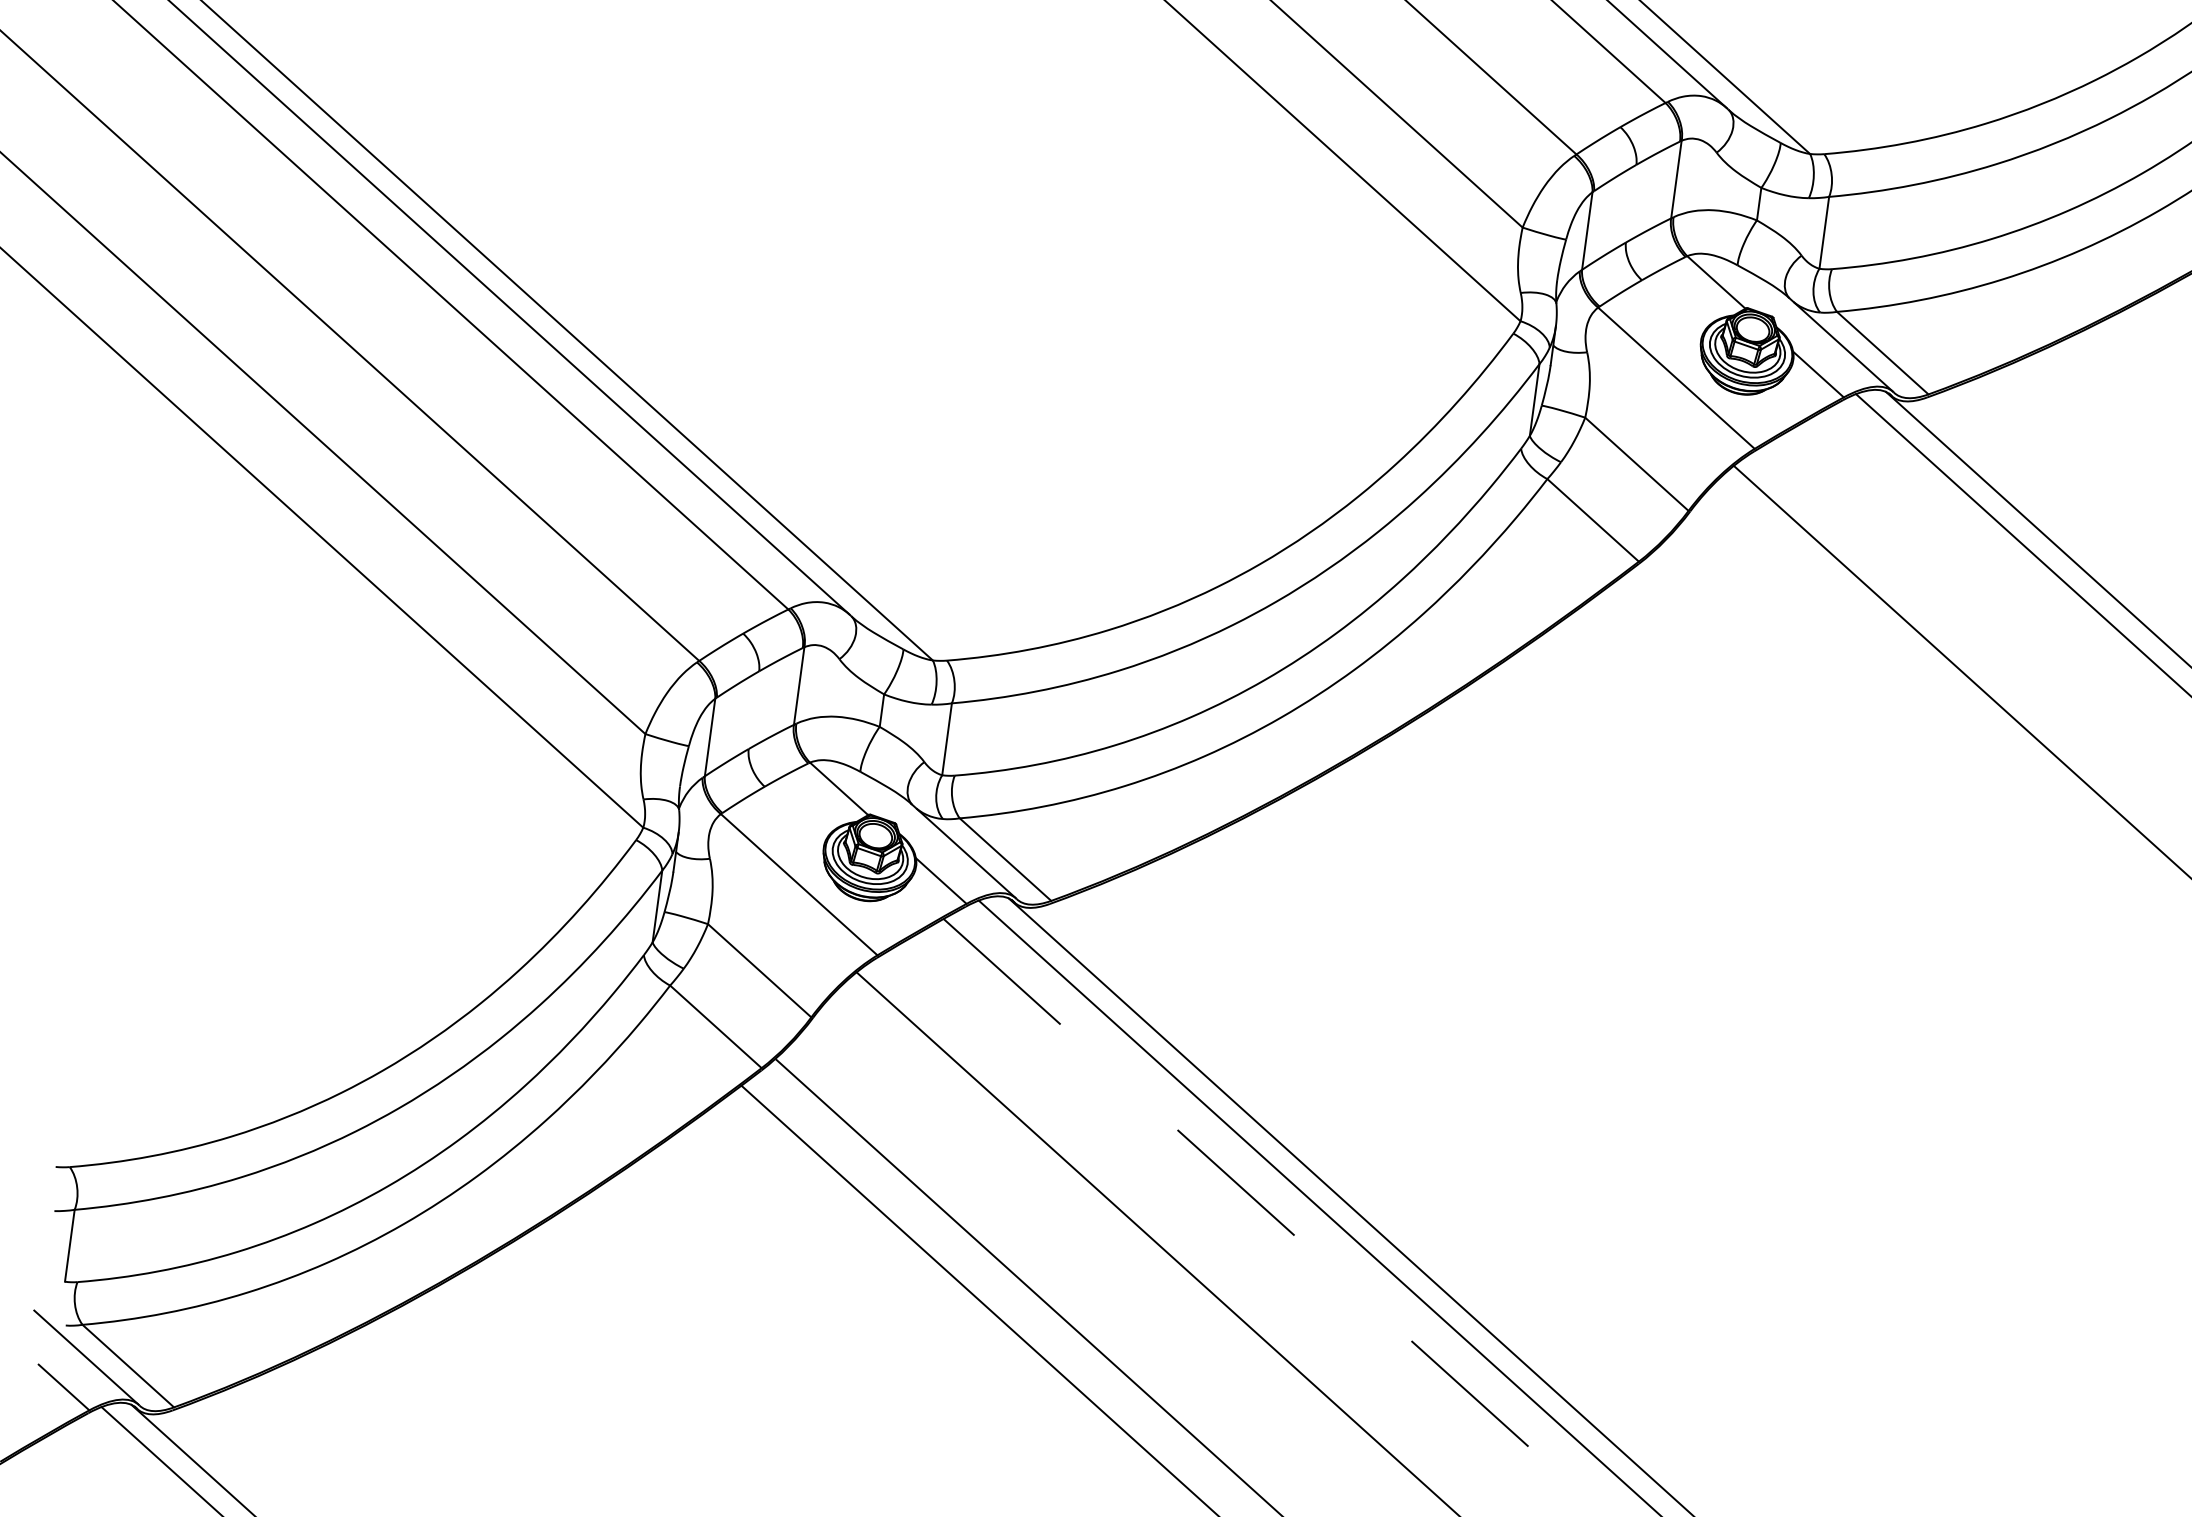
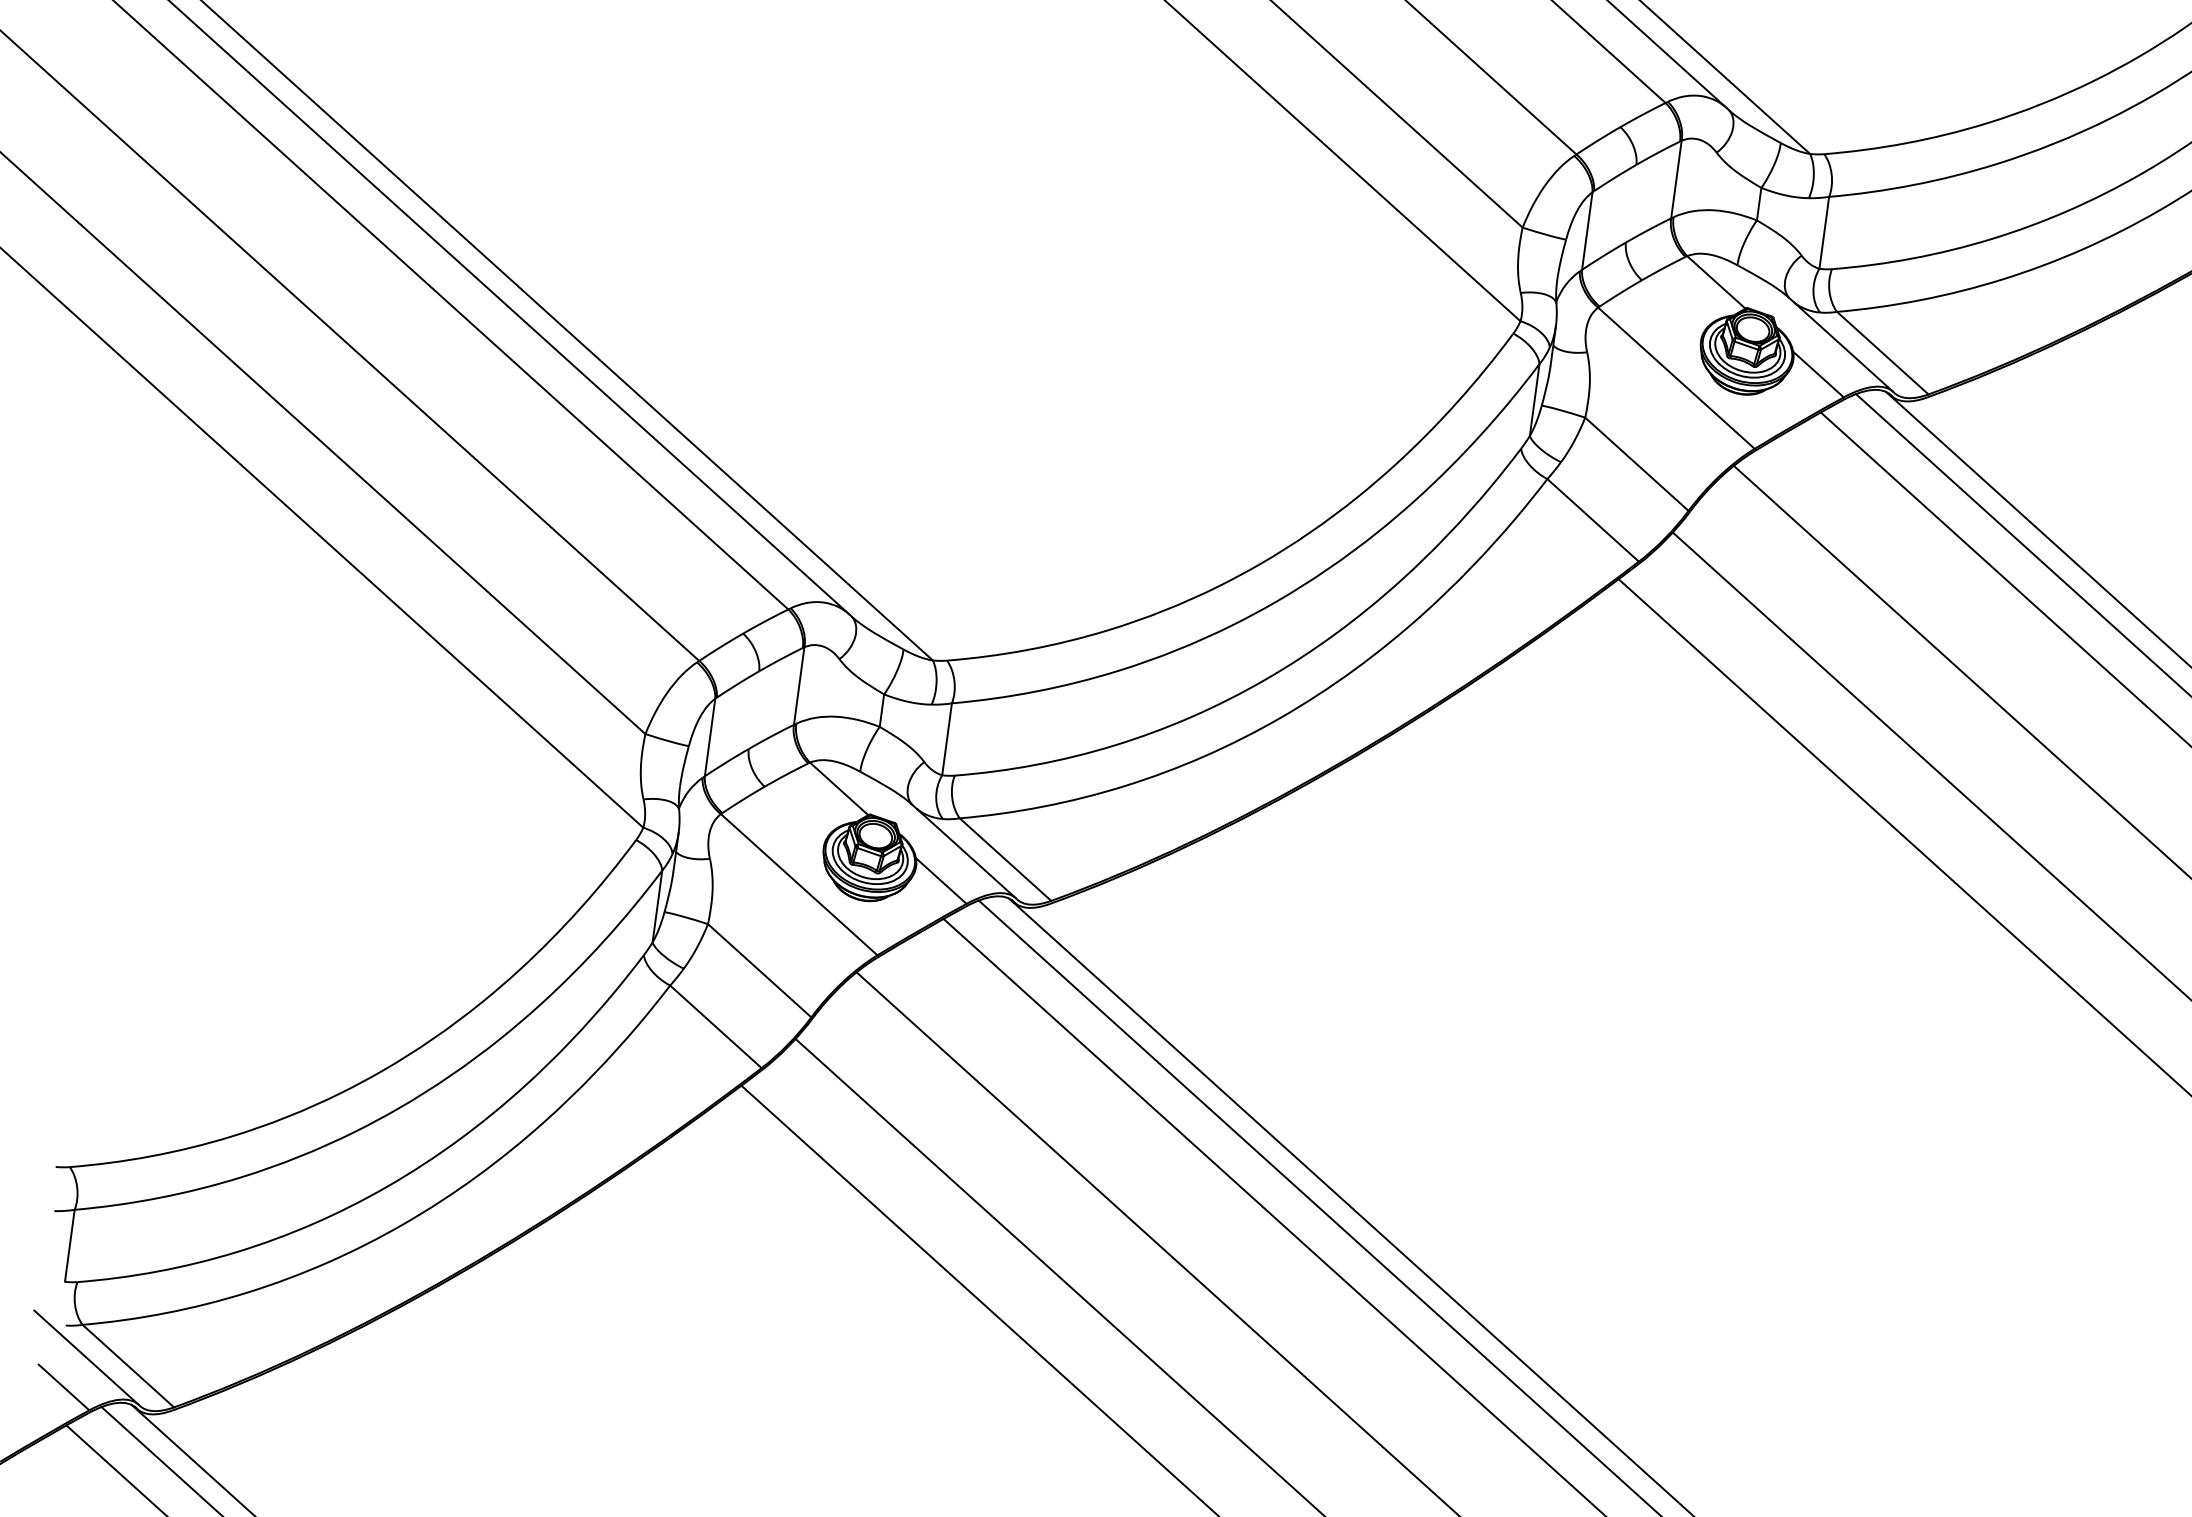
line at (2004, 578): none -> present
line at (1930, 764): none -> present
line at (1903, 836): none -> present
line at (1275, 1218): dashed -> solid
line at (1027, 1286) position: (1027, 1286) -> (1058, 1276)
line at (115, 1469): none -> present
